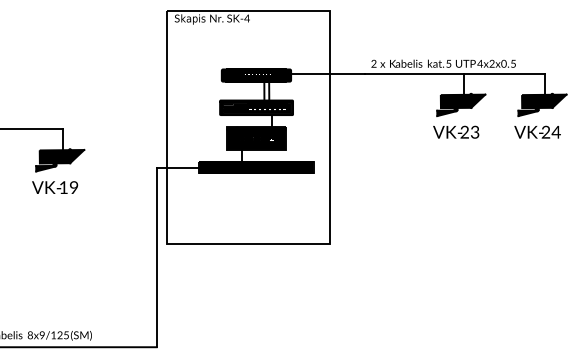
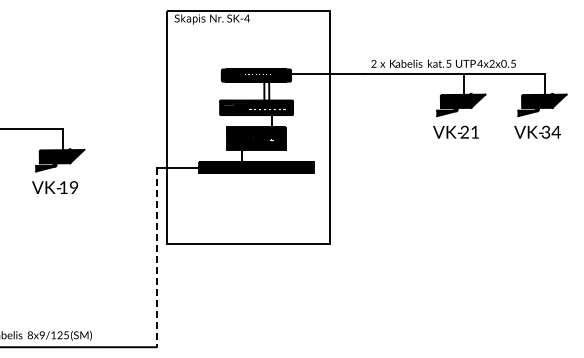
text at (475, 131): 23 -> 21
text at (545, 134): 24 -> 34
line at (156, 257): solid -> dashed
